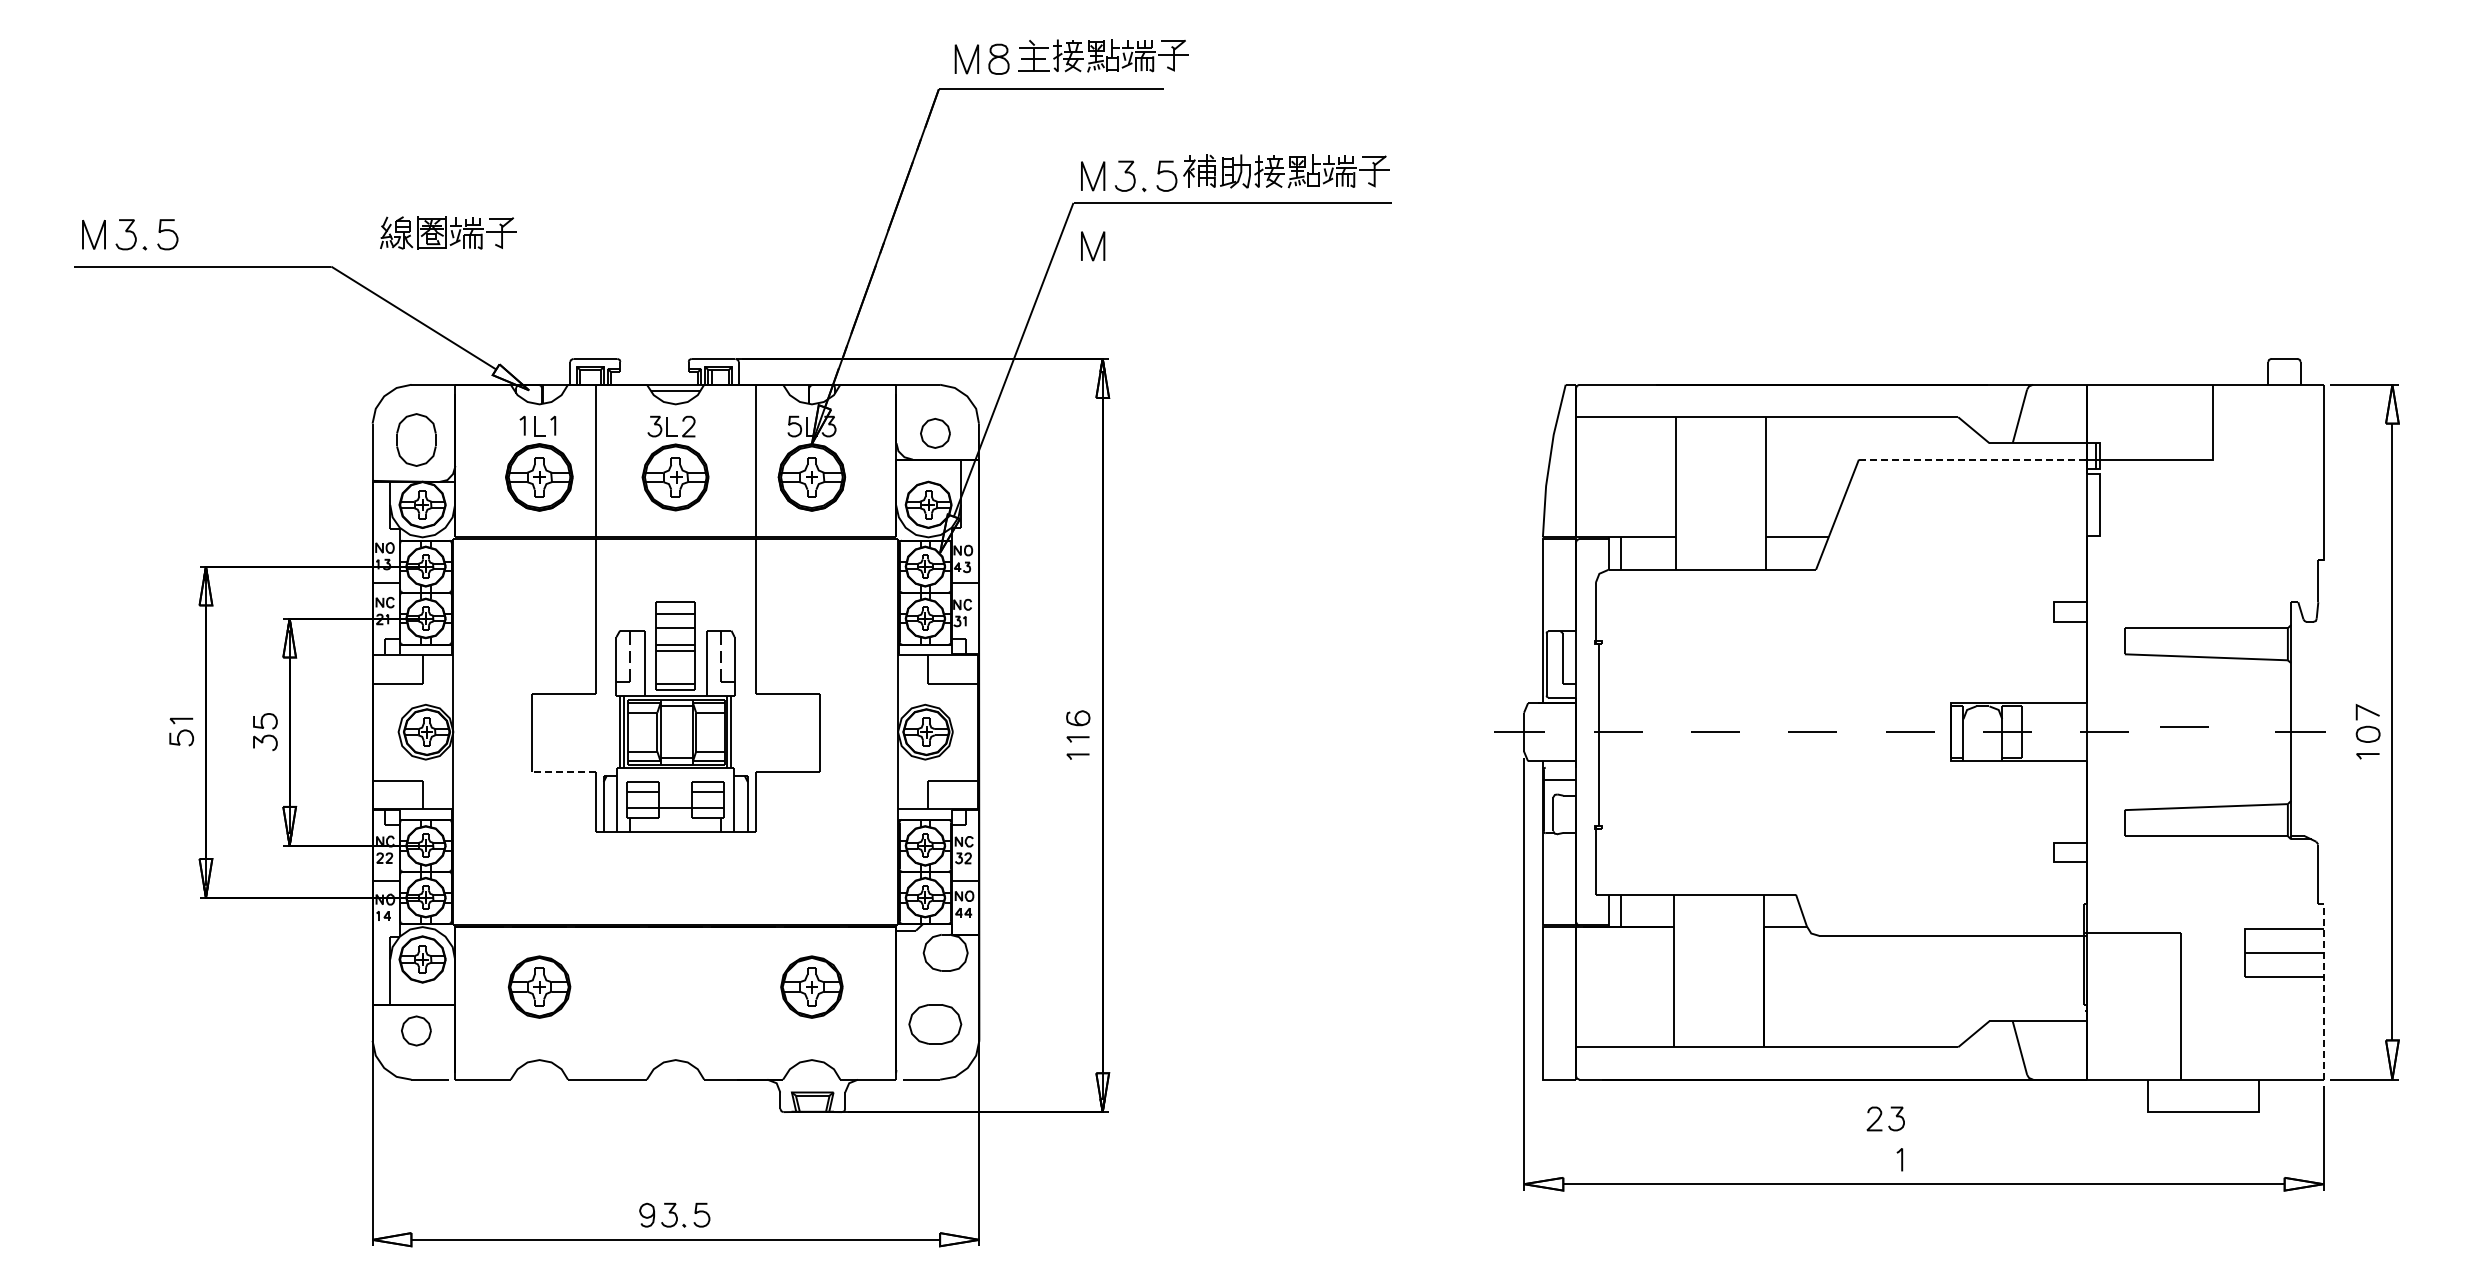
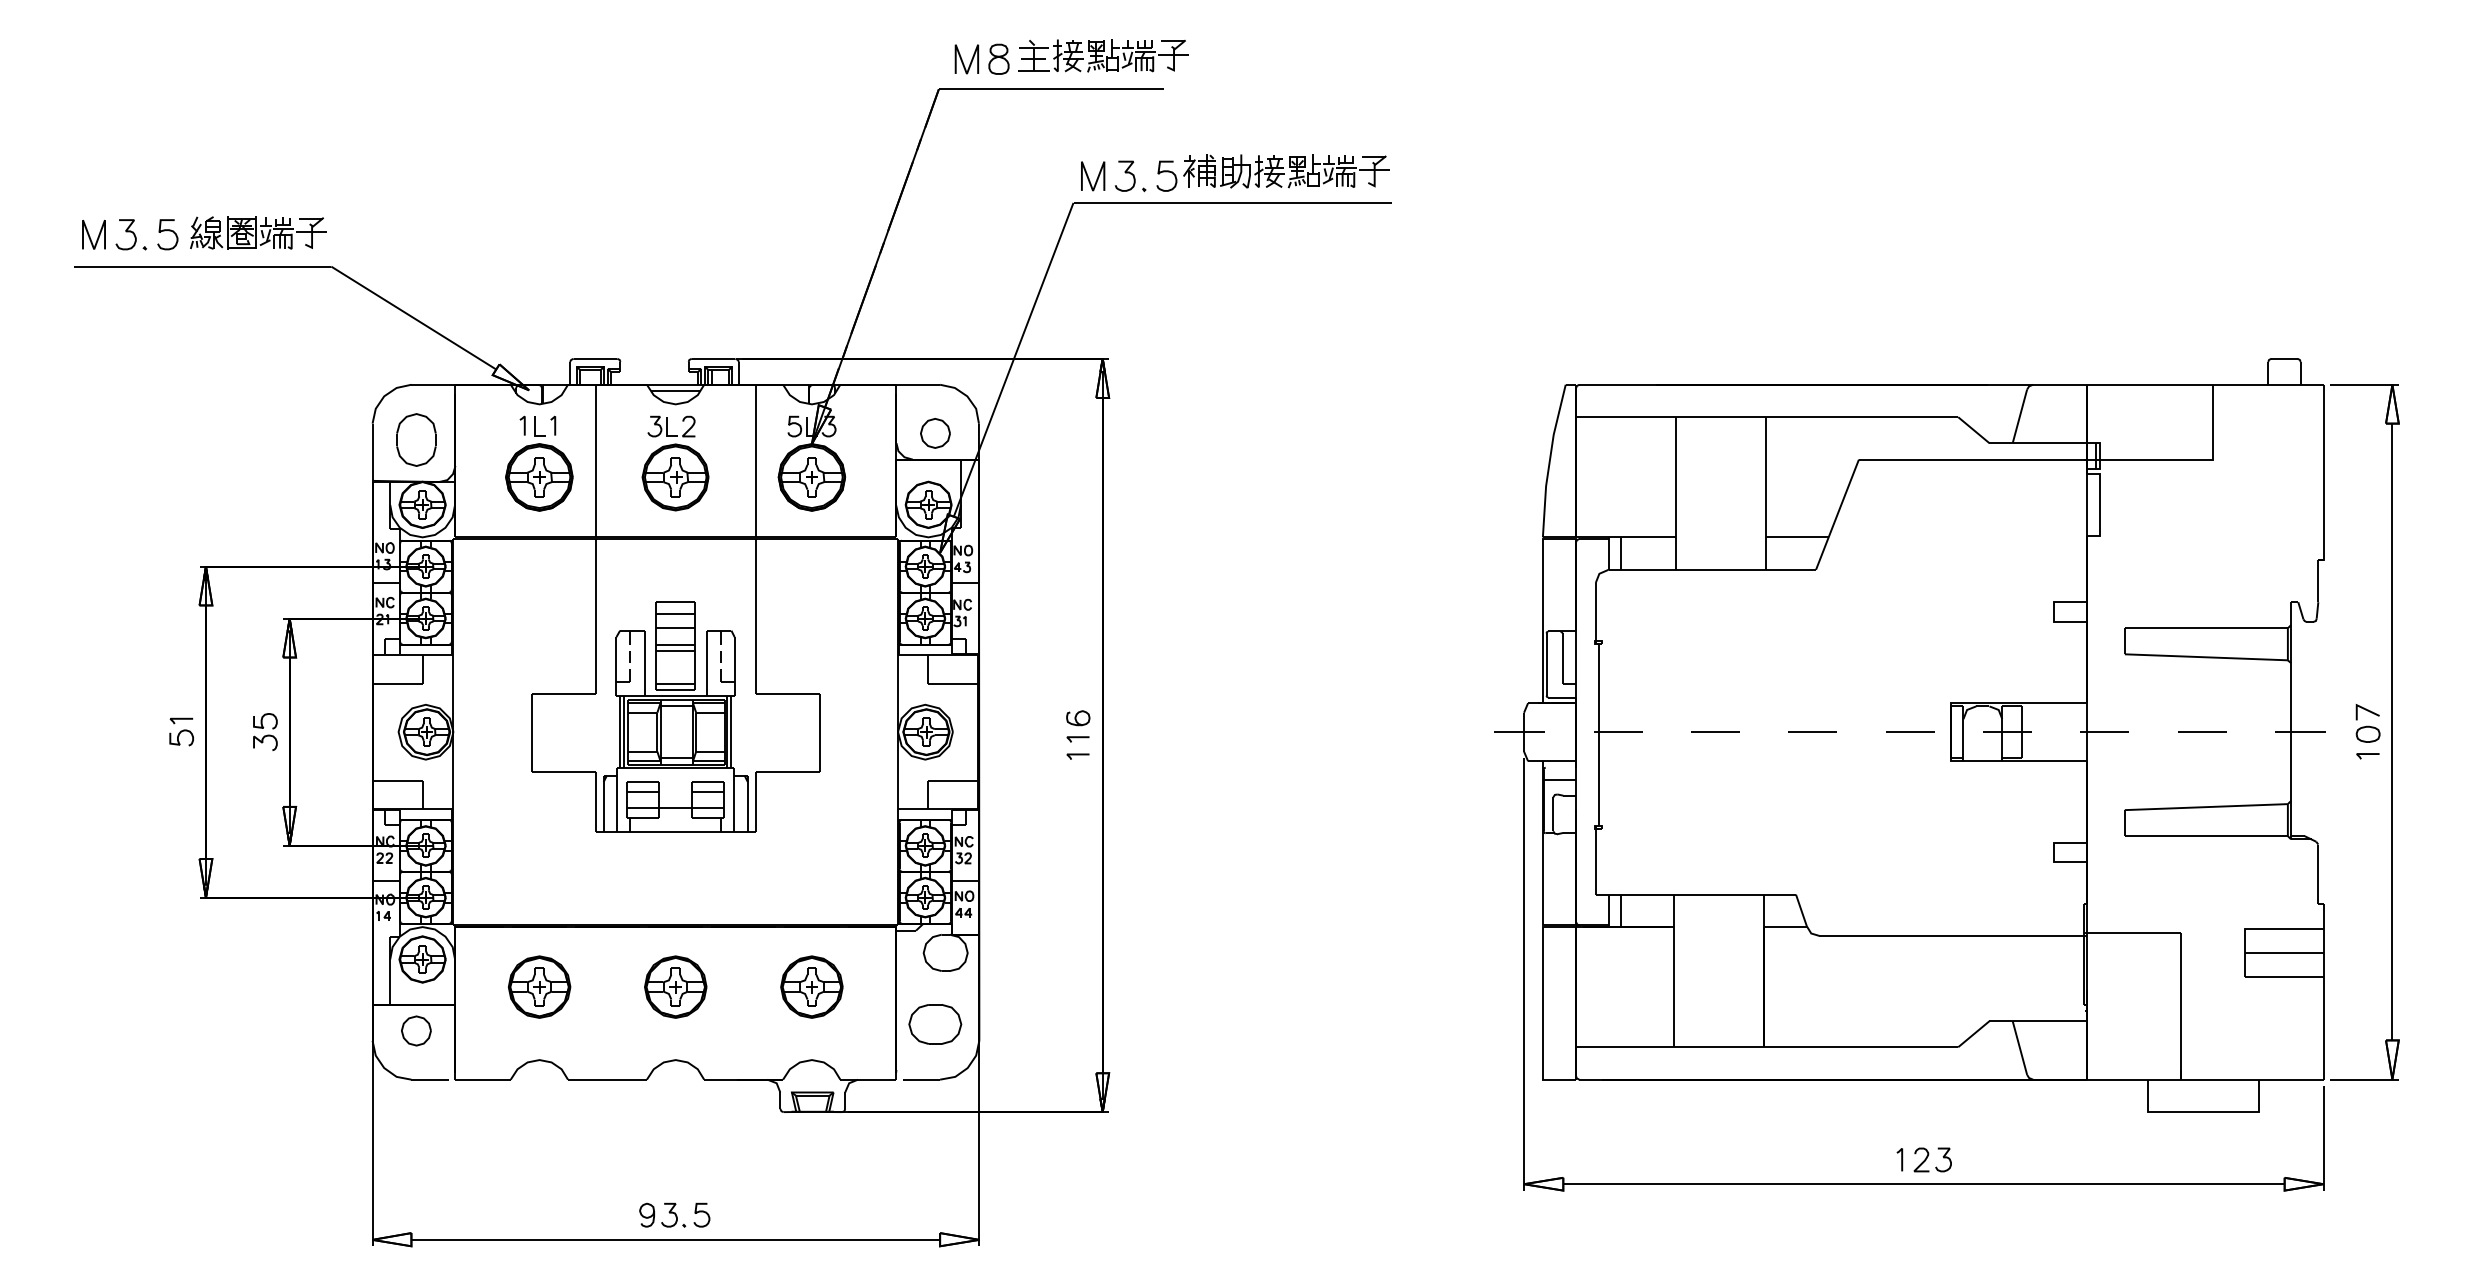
part at (448, 232) position: (448, 232) -> (258, 232)
line at (1096, 248): present -> none
line at (1972, 459): dashed -> solid
line at (2184, 726) position: (2184, 726) -> (2202, 731)
line at (563, 771): dashed -> solid
part at (675, 986): none -> present
line at (2323, 991): dashed -> solid
part at (1885, 1118) position: (1885, 1118) -> (1932, 1159)
